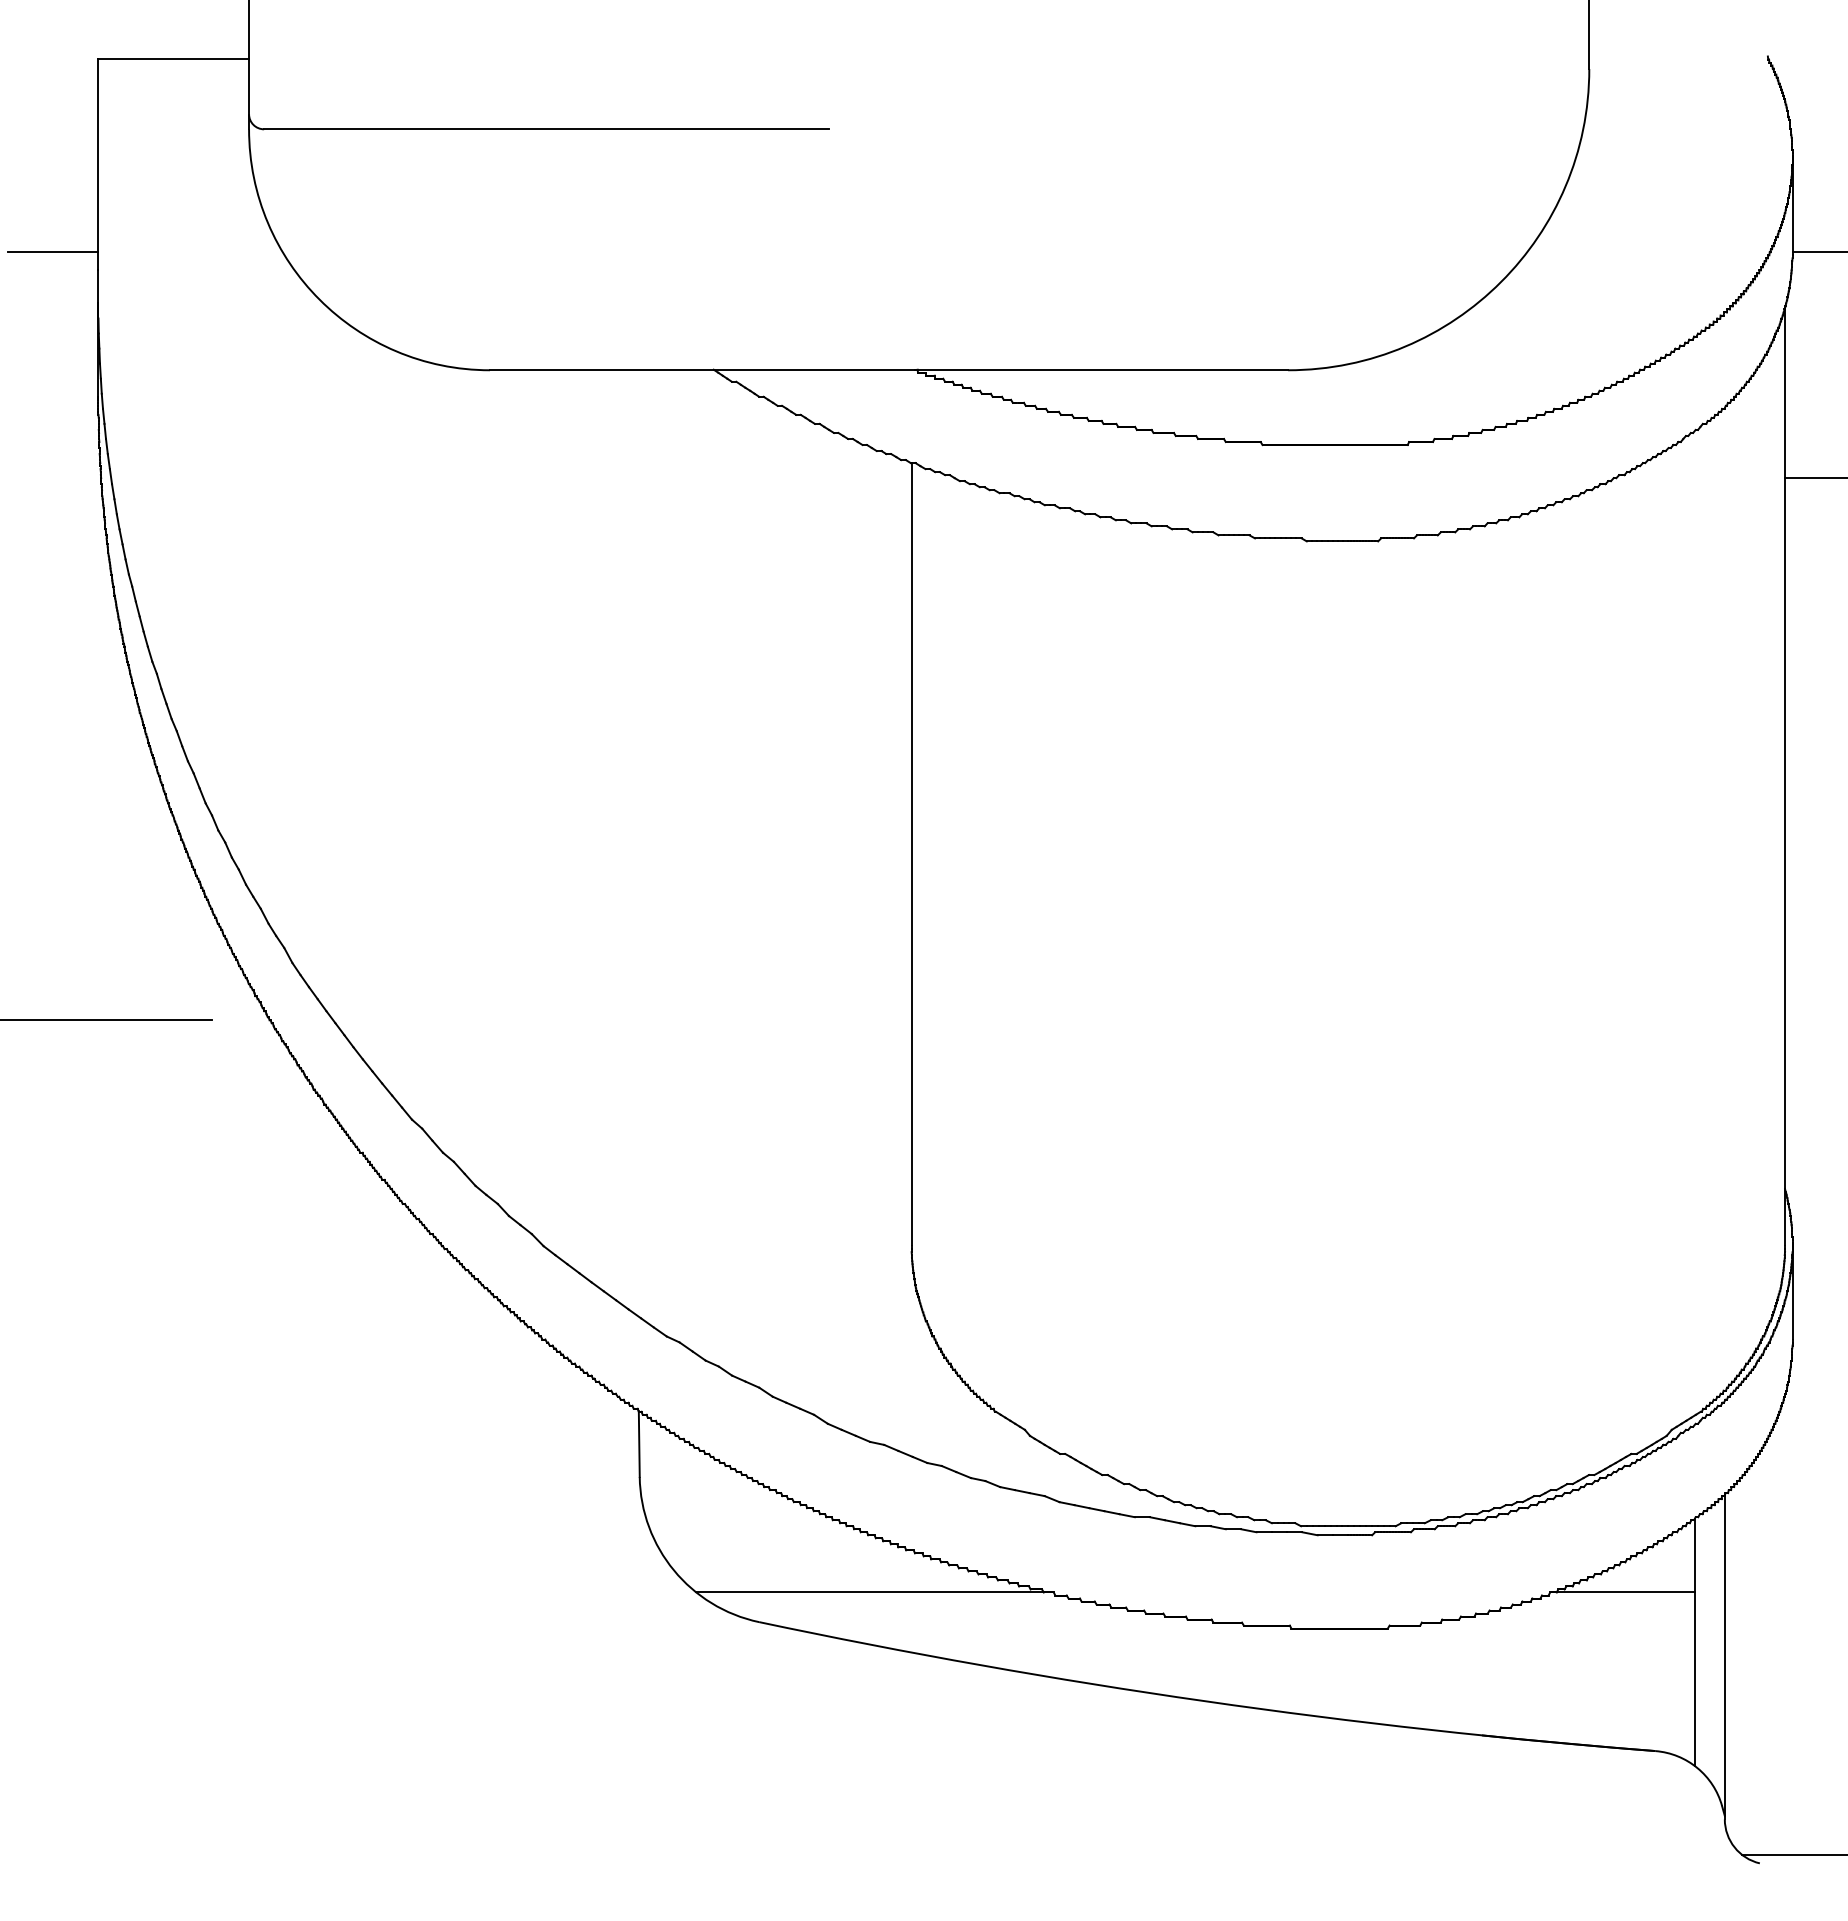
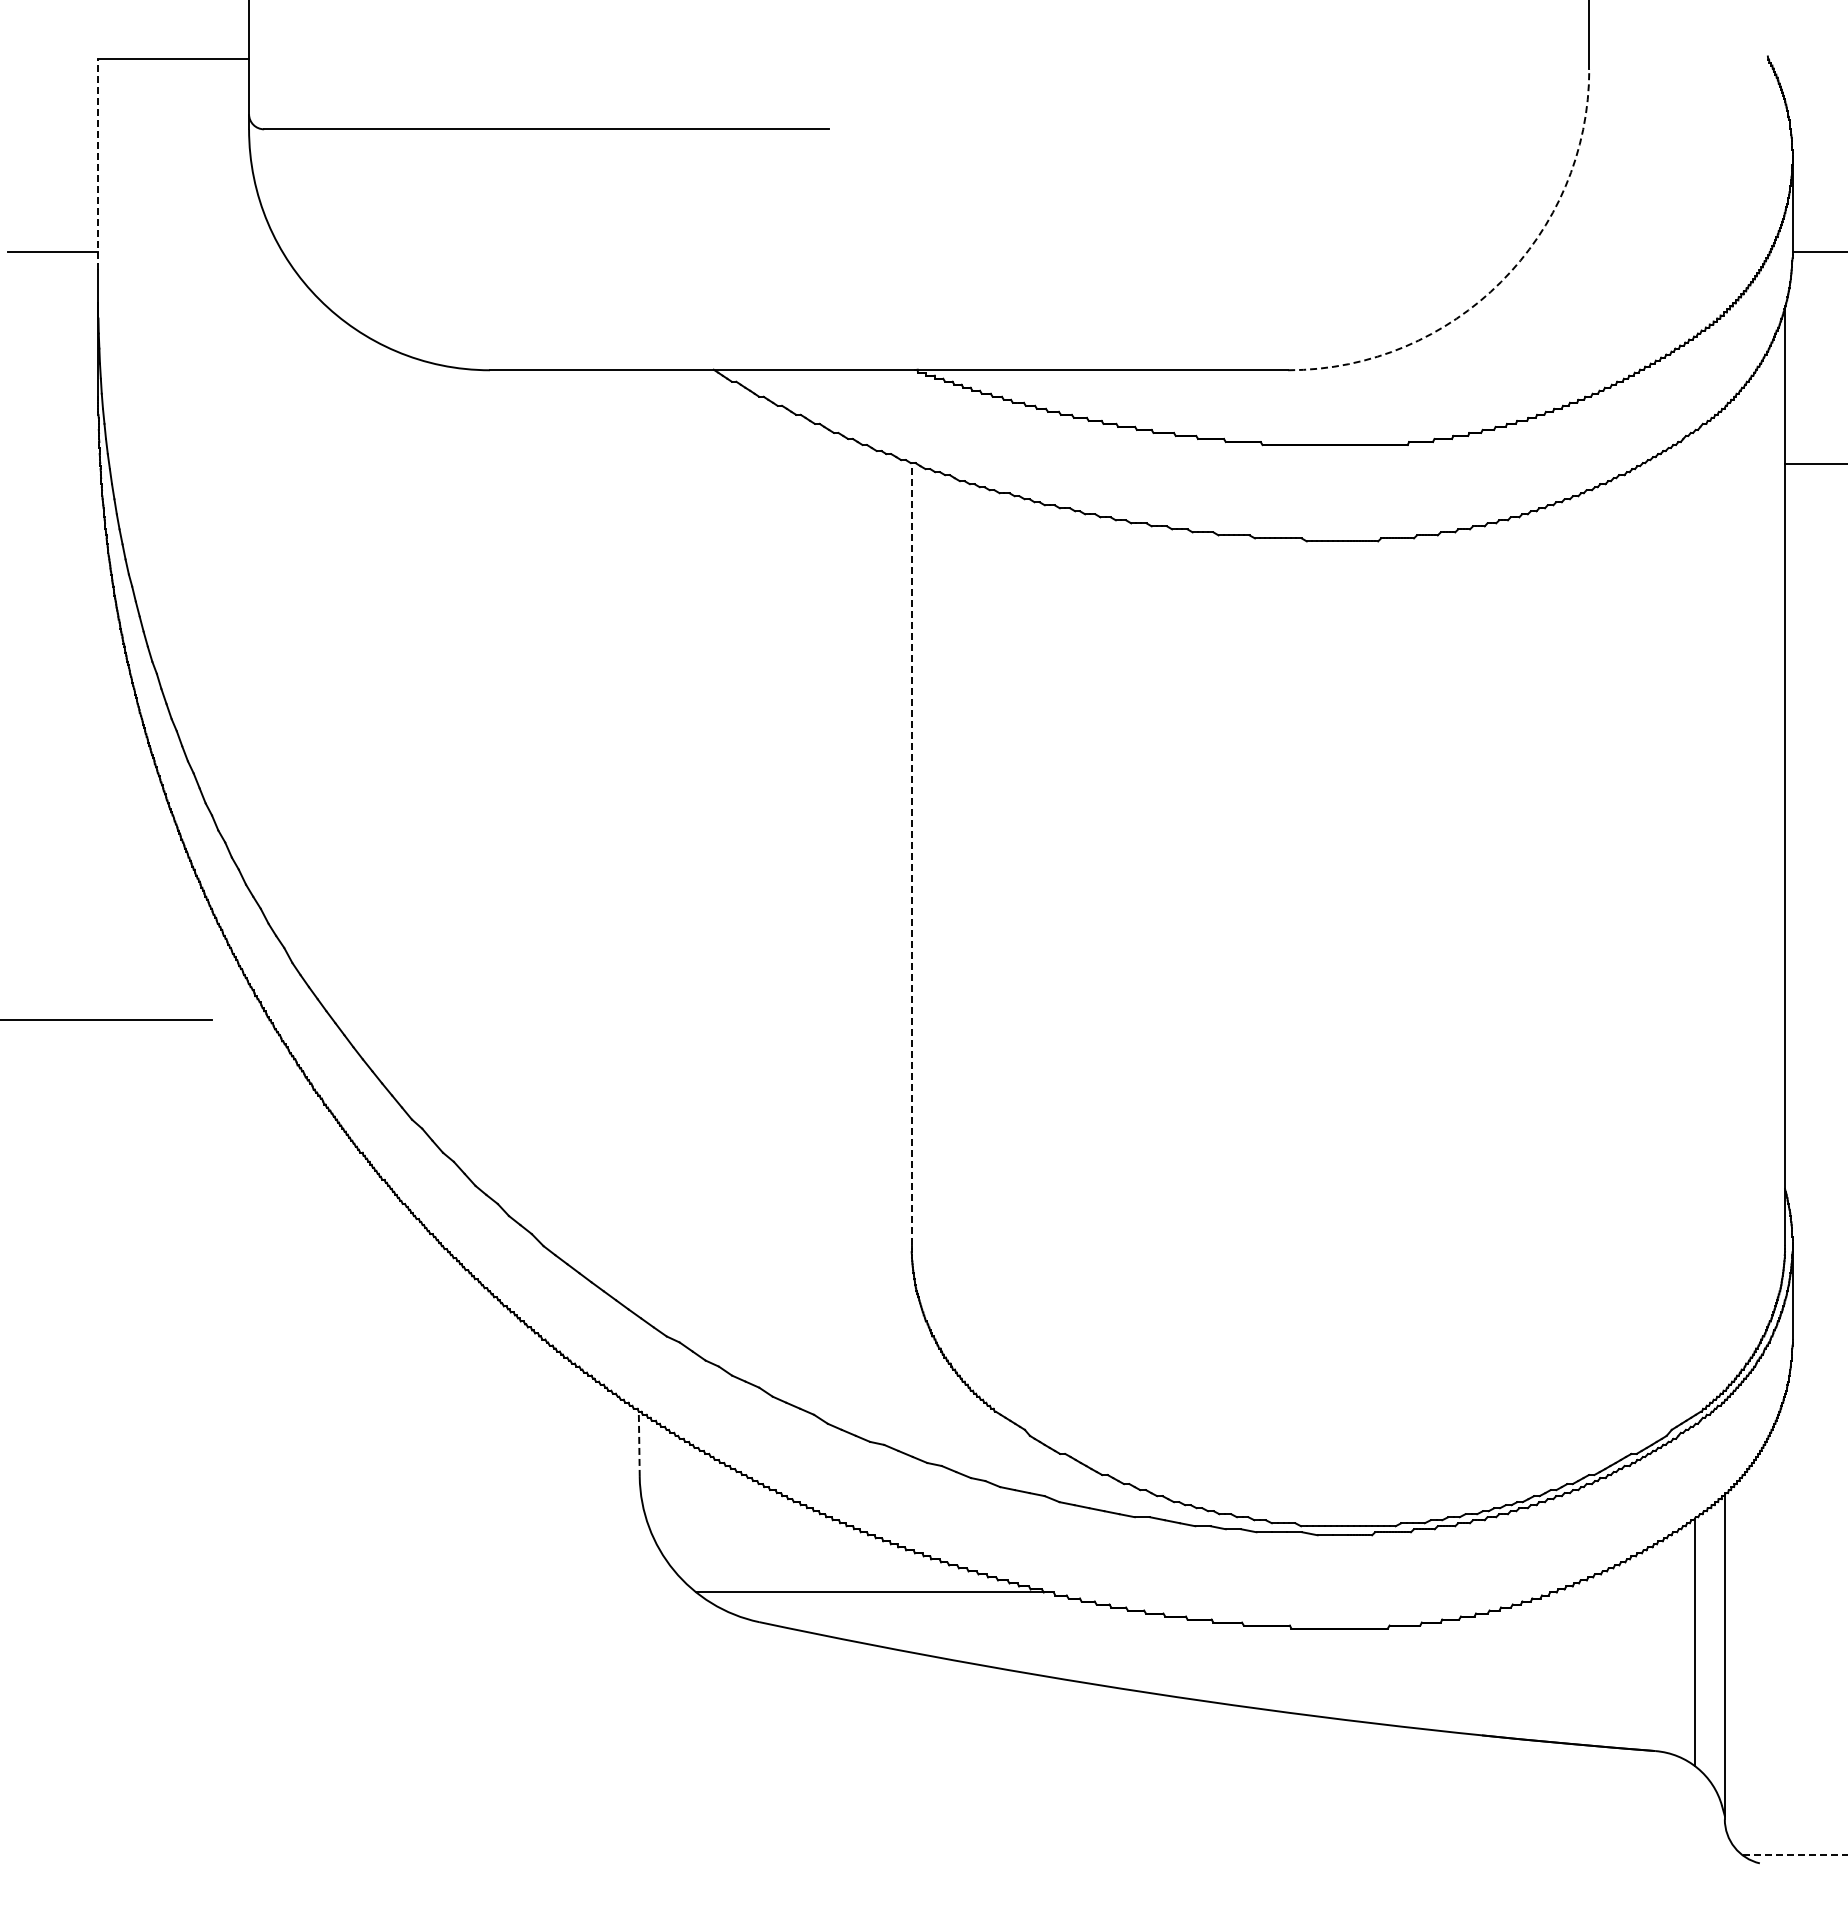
line at (98, 164): solid -> dashed
arc at (1501, 282): solid -> dashed
line at (1814, 478) position: (1814, 478) -> (1814, 464)
line at (911, 853): solid -> dashed
line at (639, 1443): solid -> dashed
line at (1623, 1592): present -> none
line at (1794, 1854): solid -> dashed
